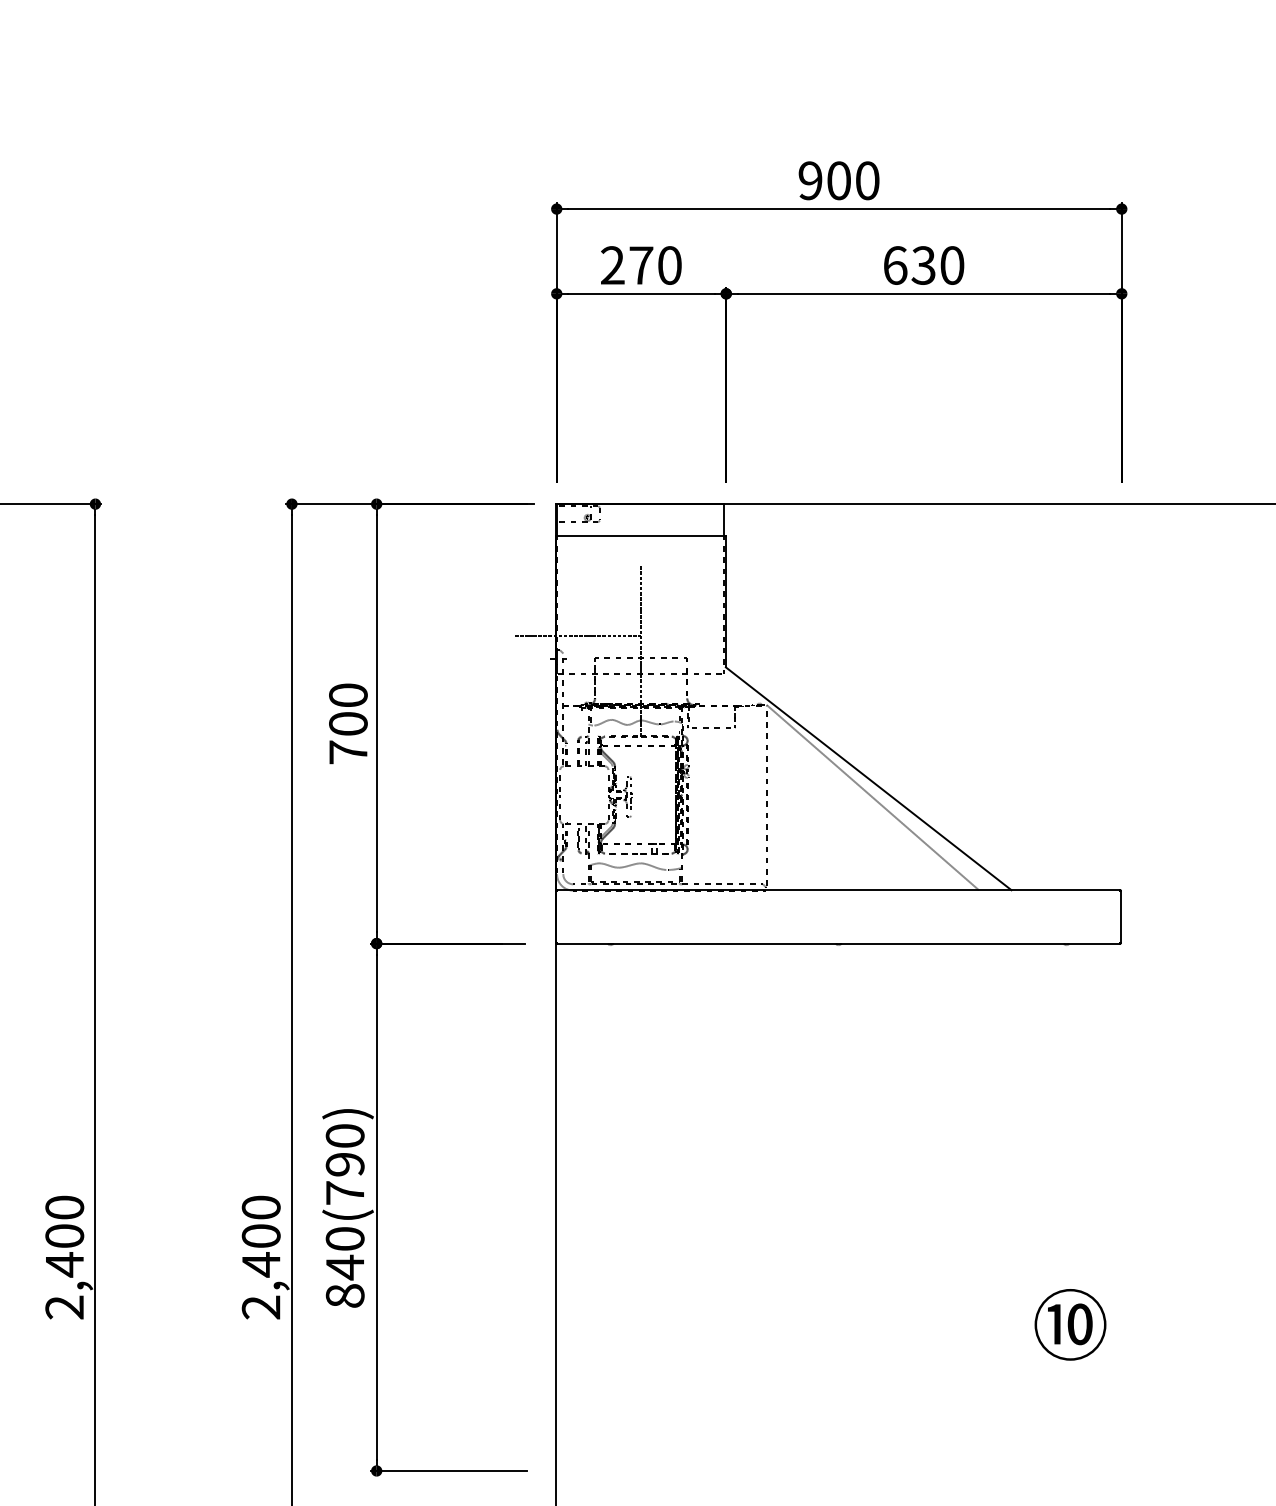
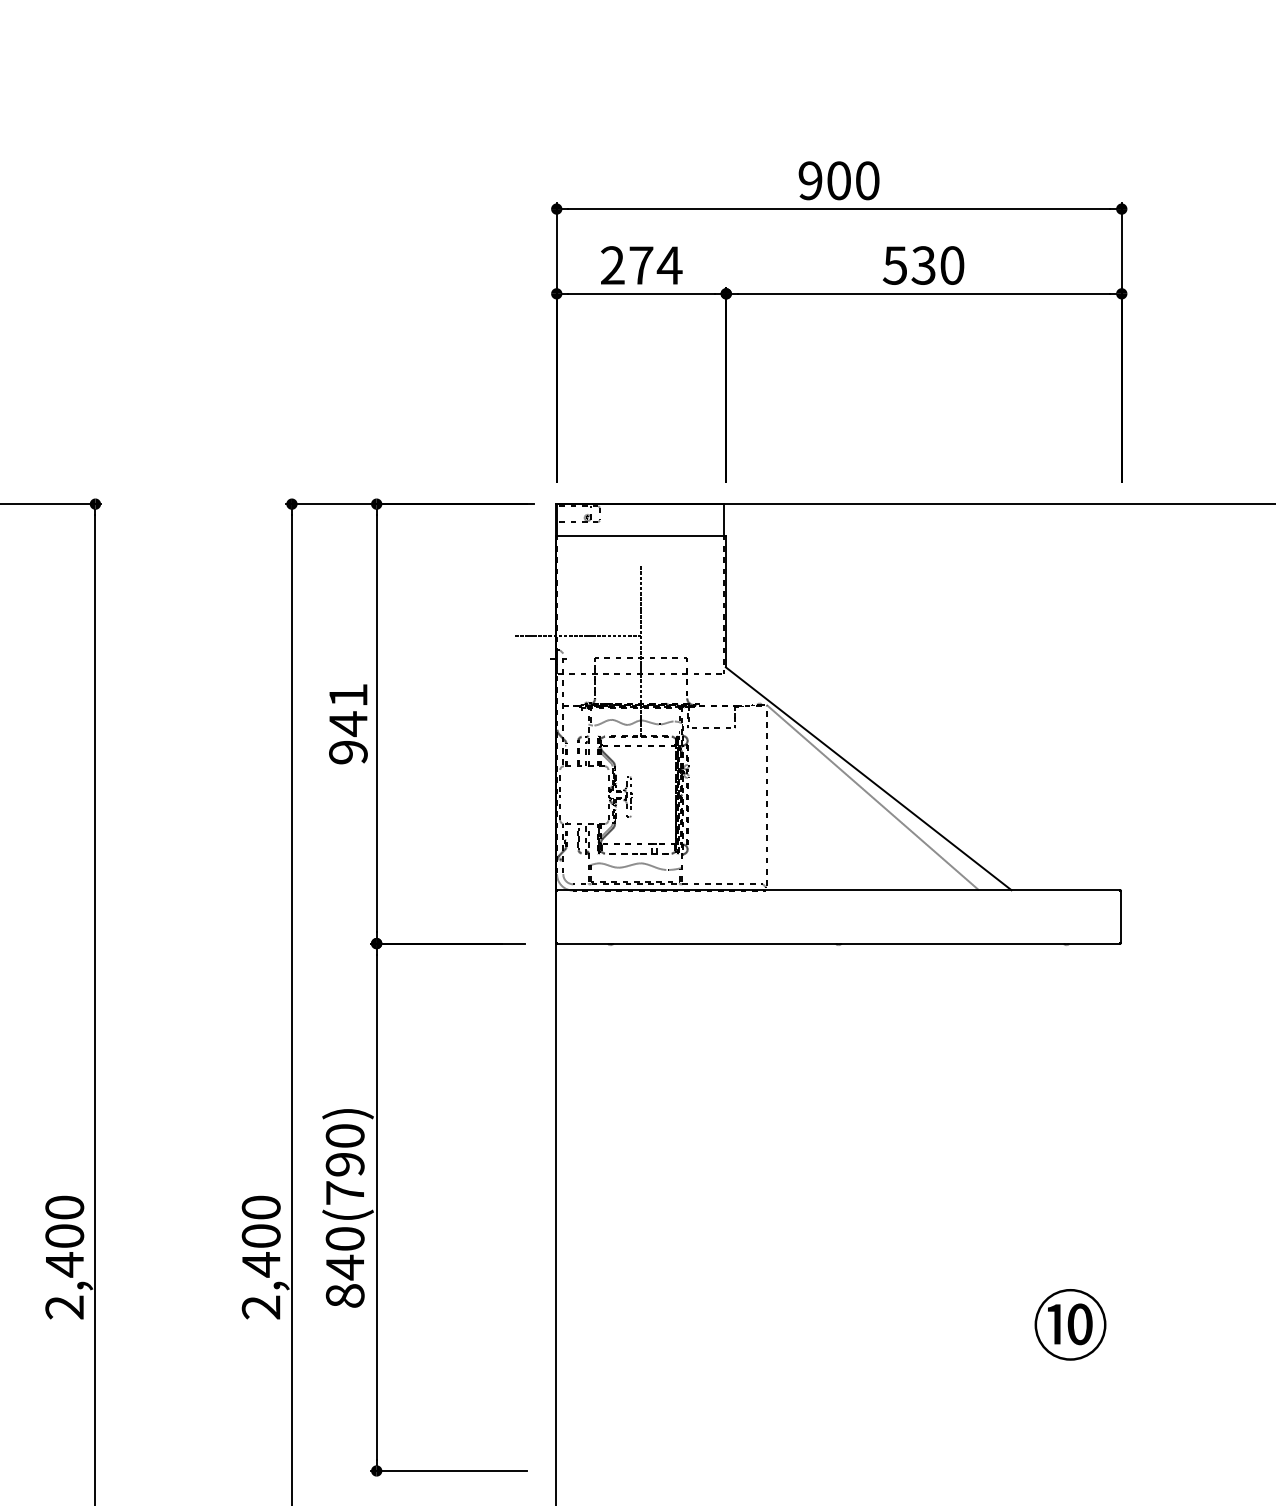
text at (669, 265): 270 -> 274
text at (894, 265): 630 -> 530
text at (348, 723): 700 -> 941
